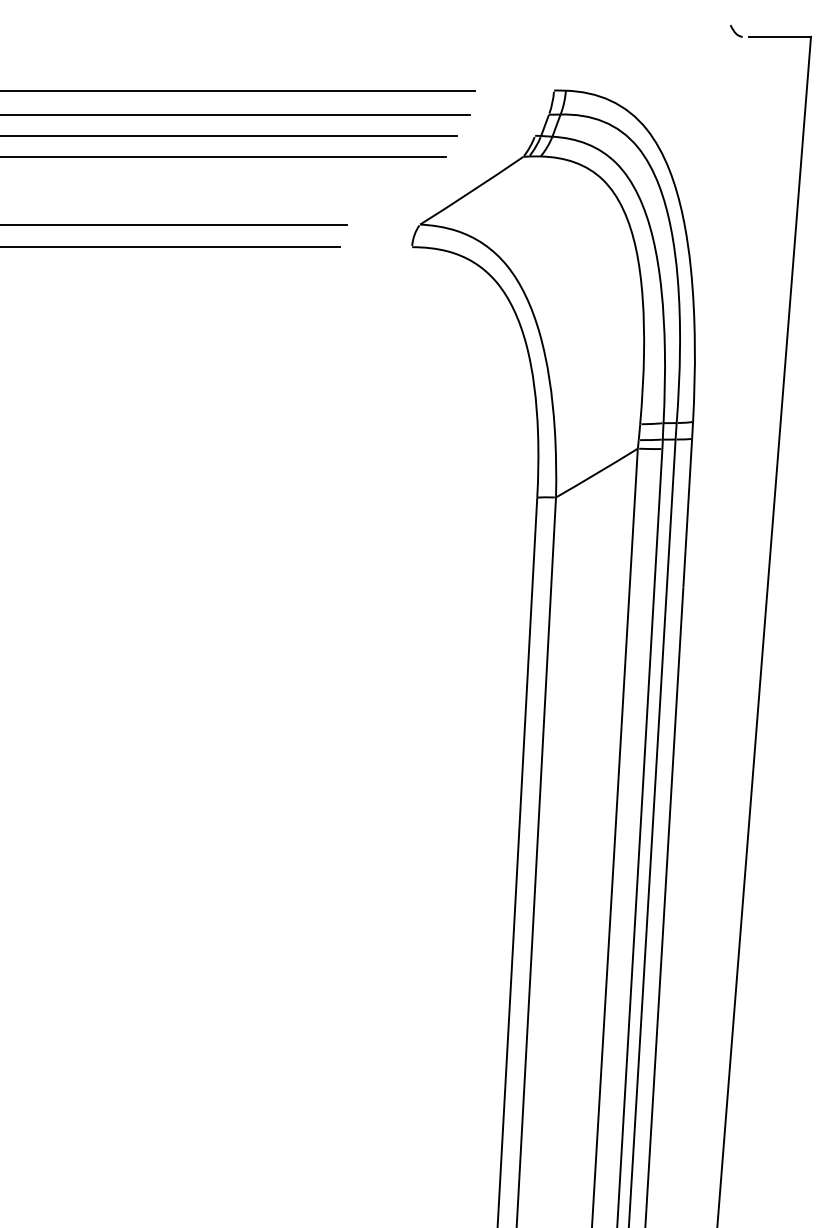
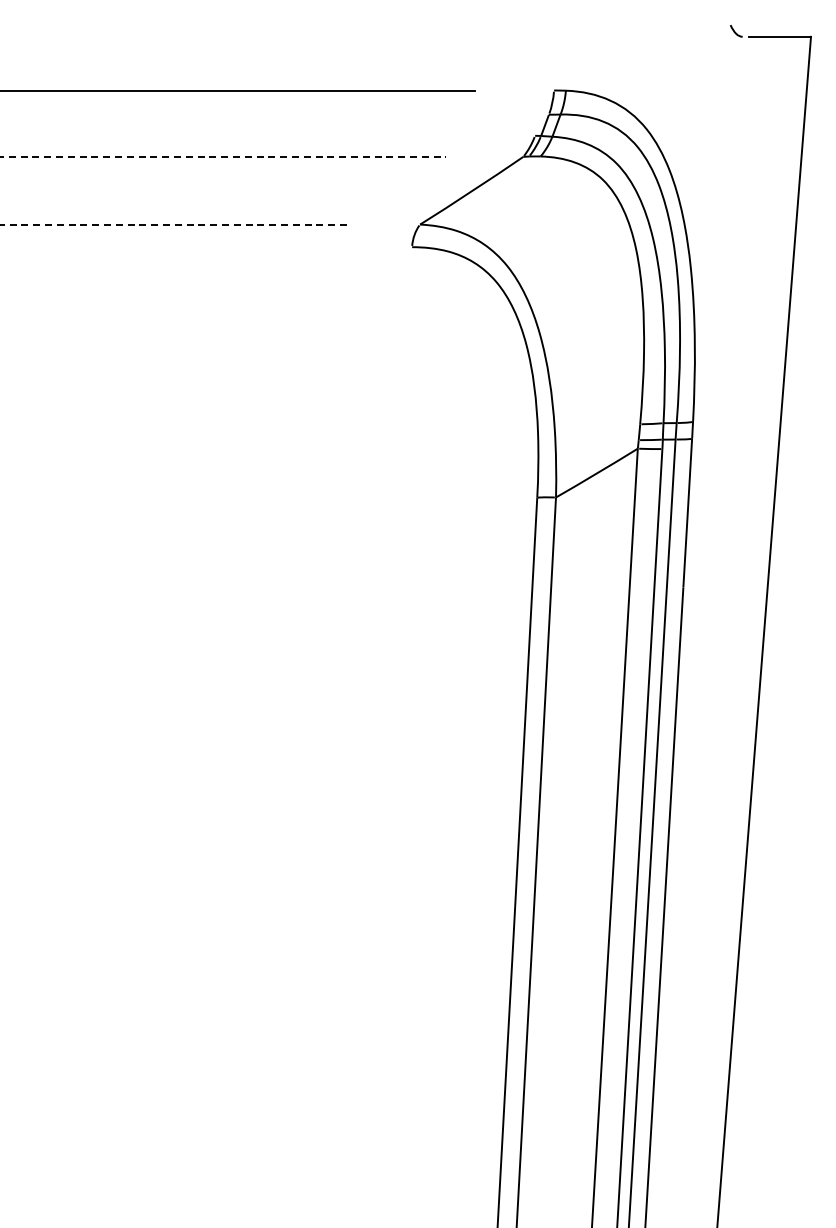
line at (236, 114): present -> none
line at (229, 135): present -> none
line at (223, 156): solid -> dashed
line at (173, 224): solid -> dashed
line at (170, 247): present -> none
